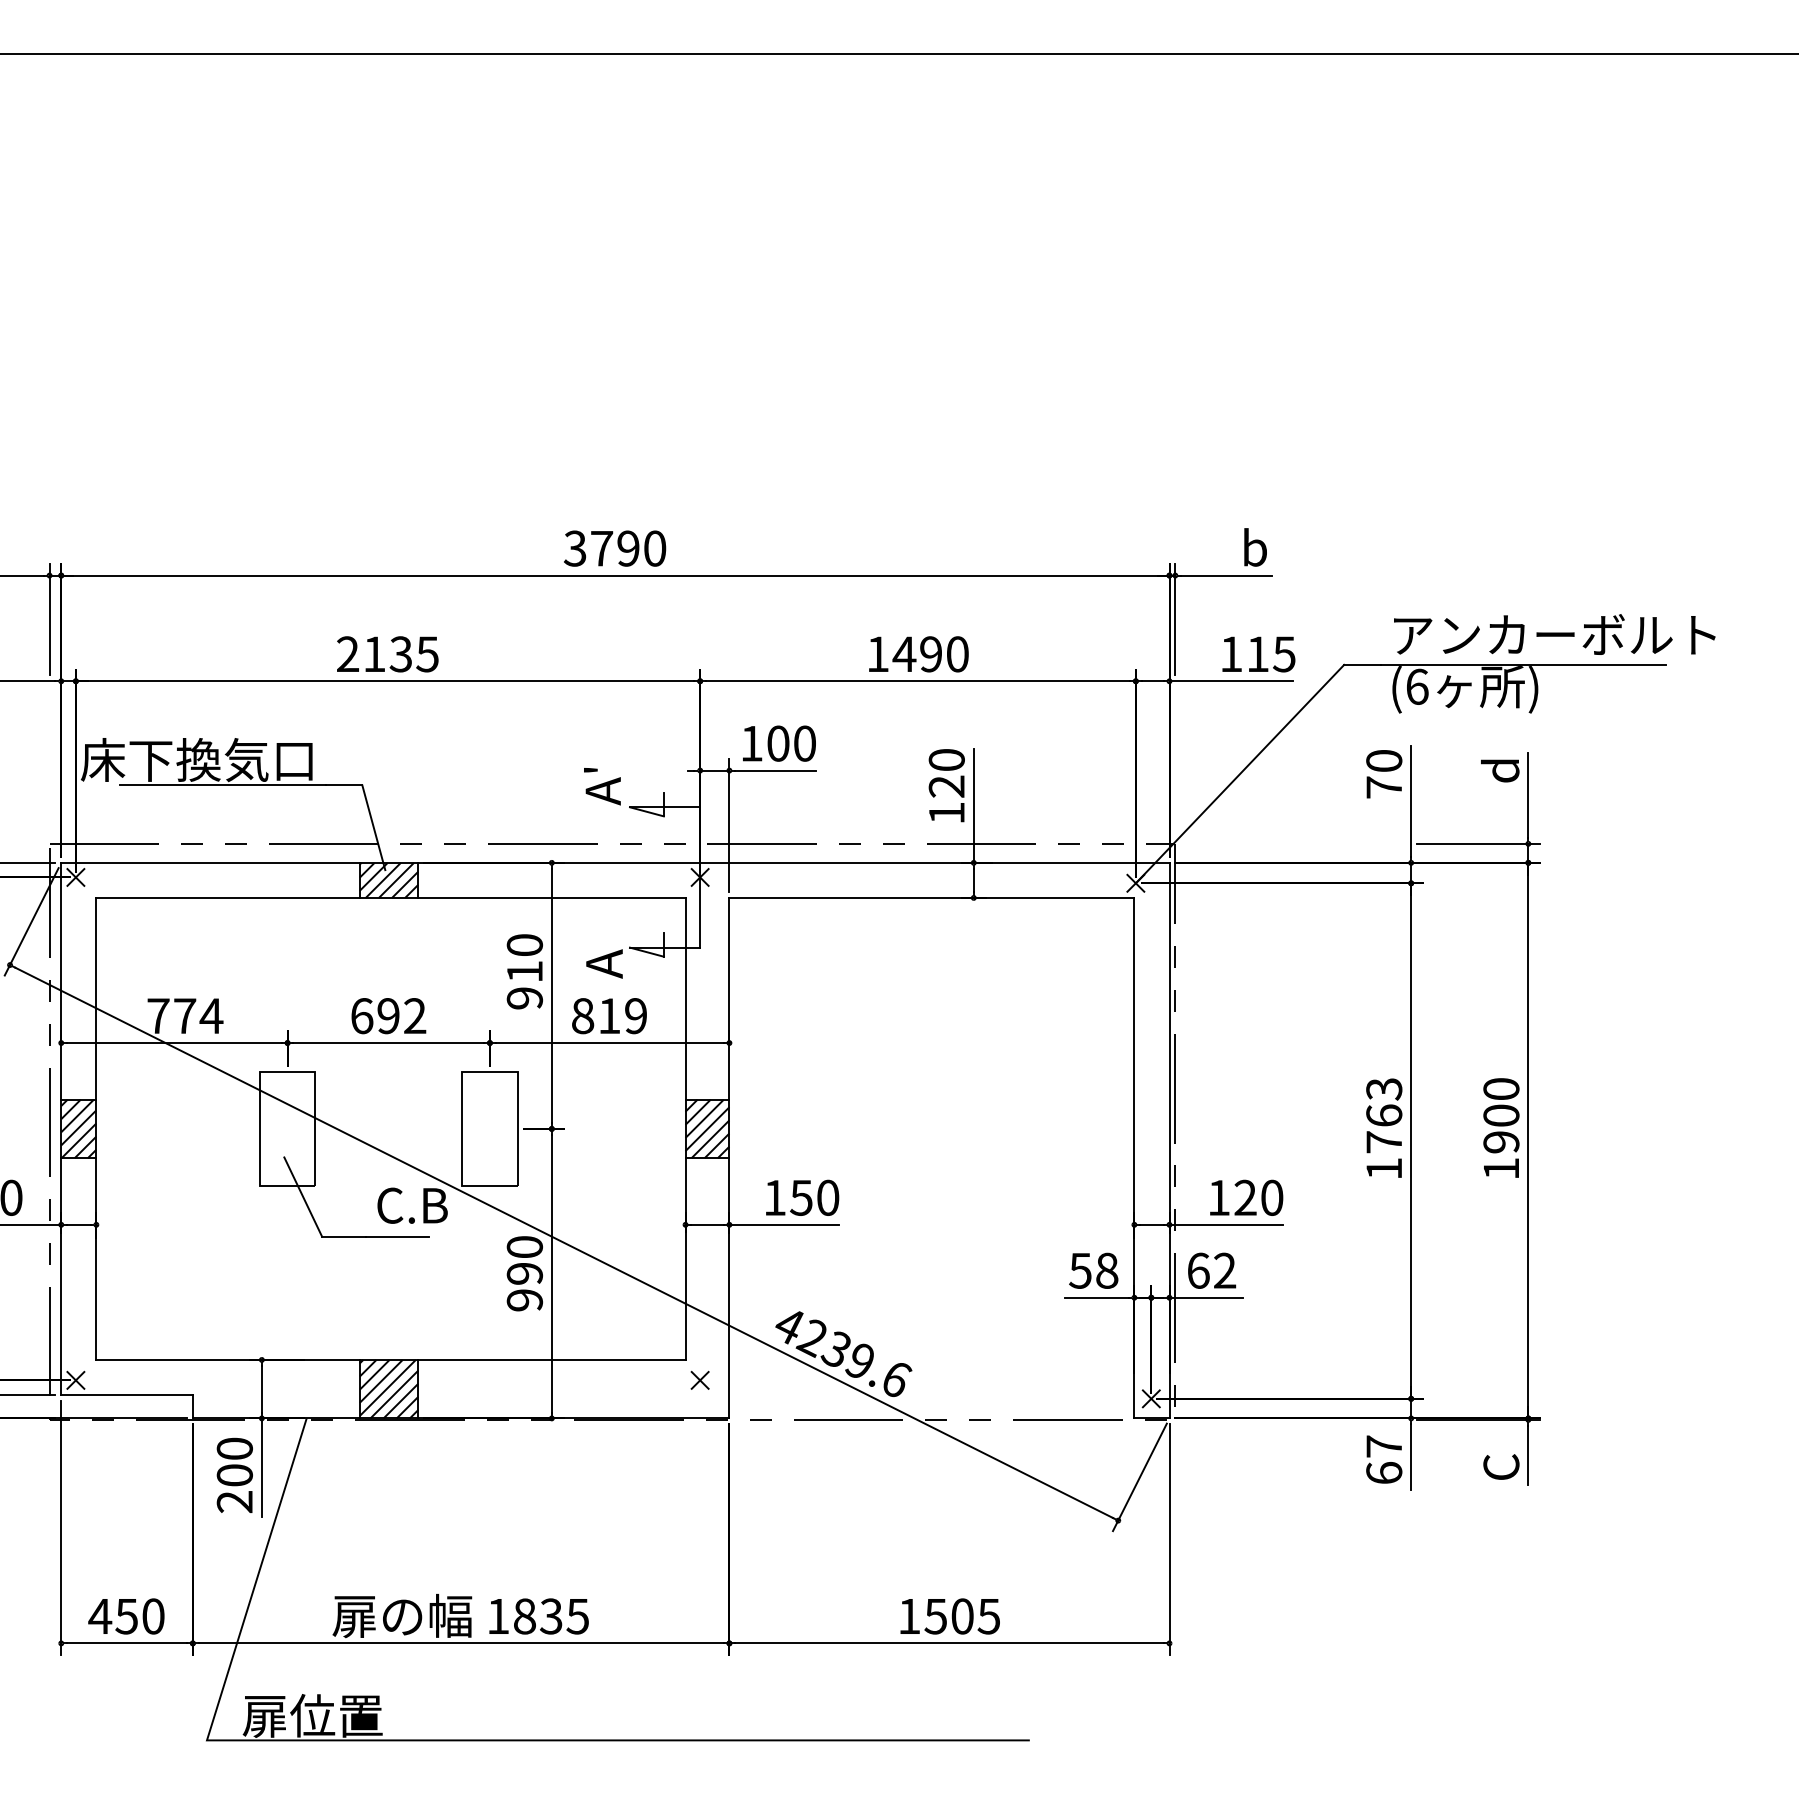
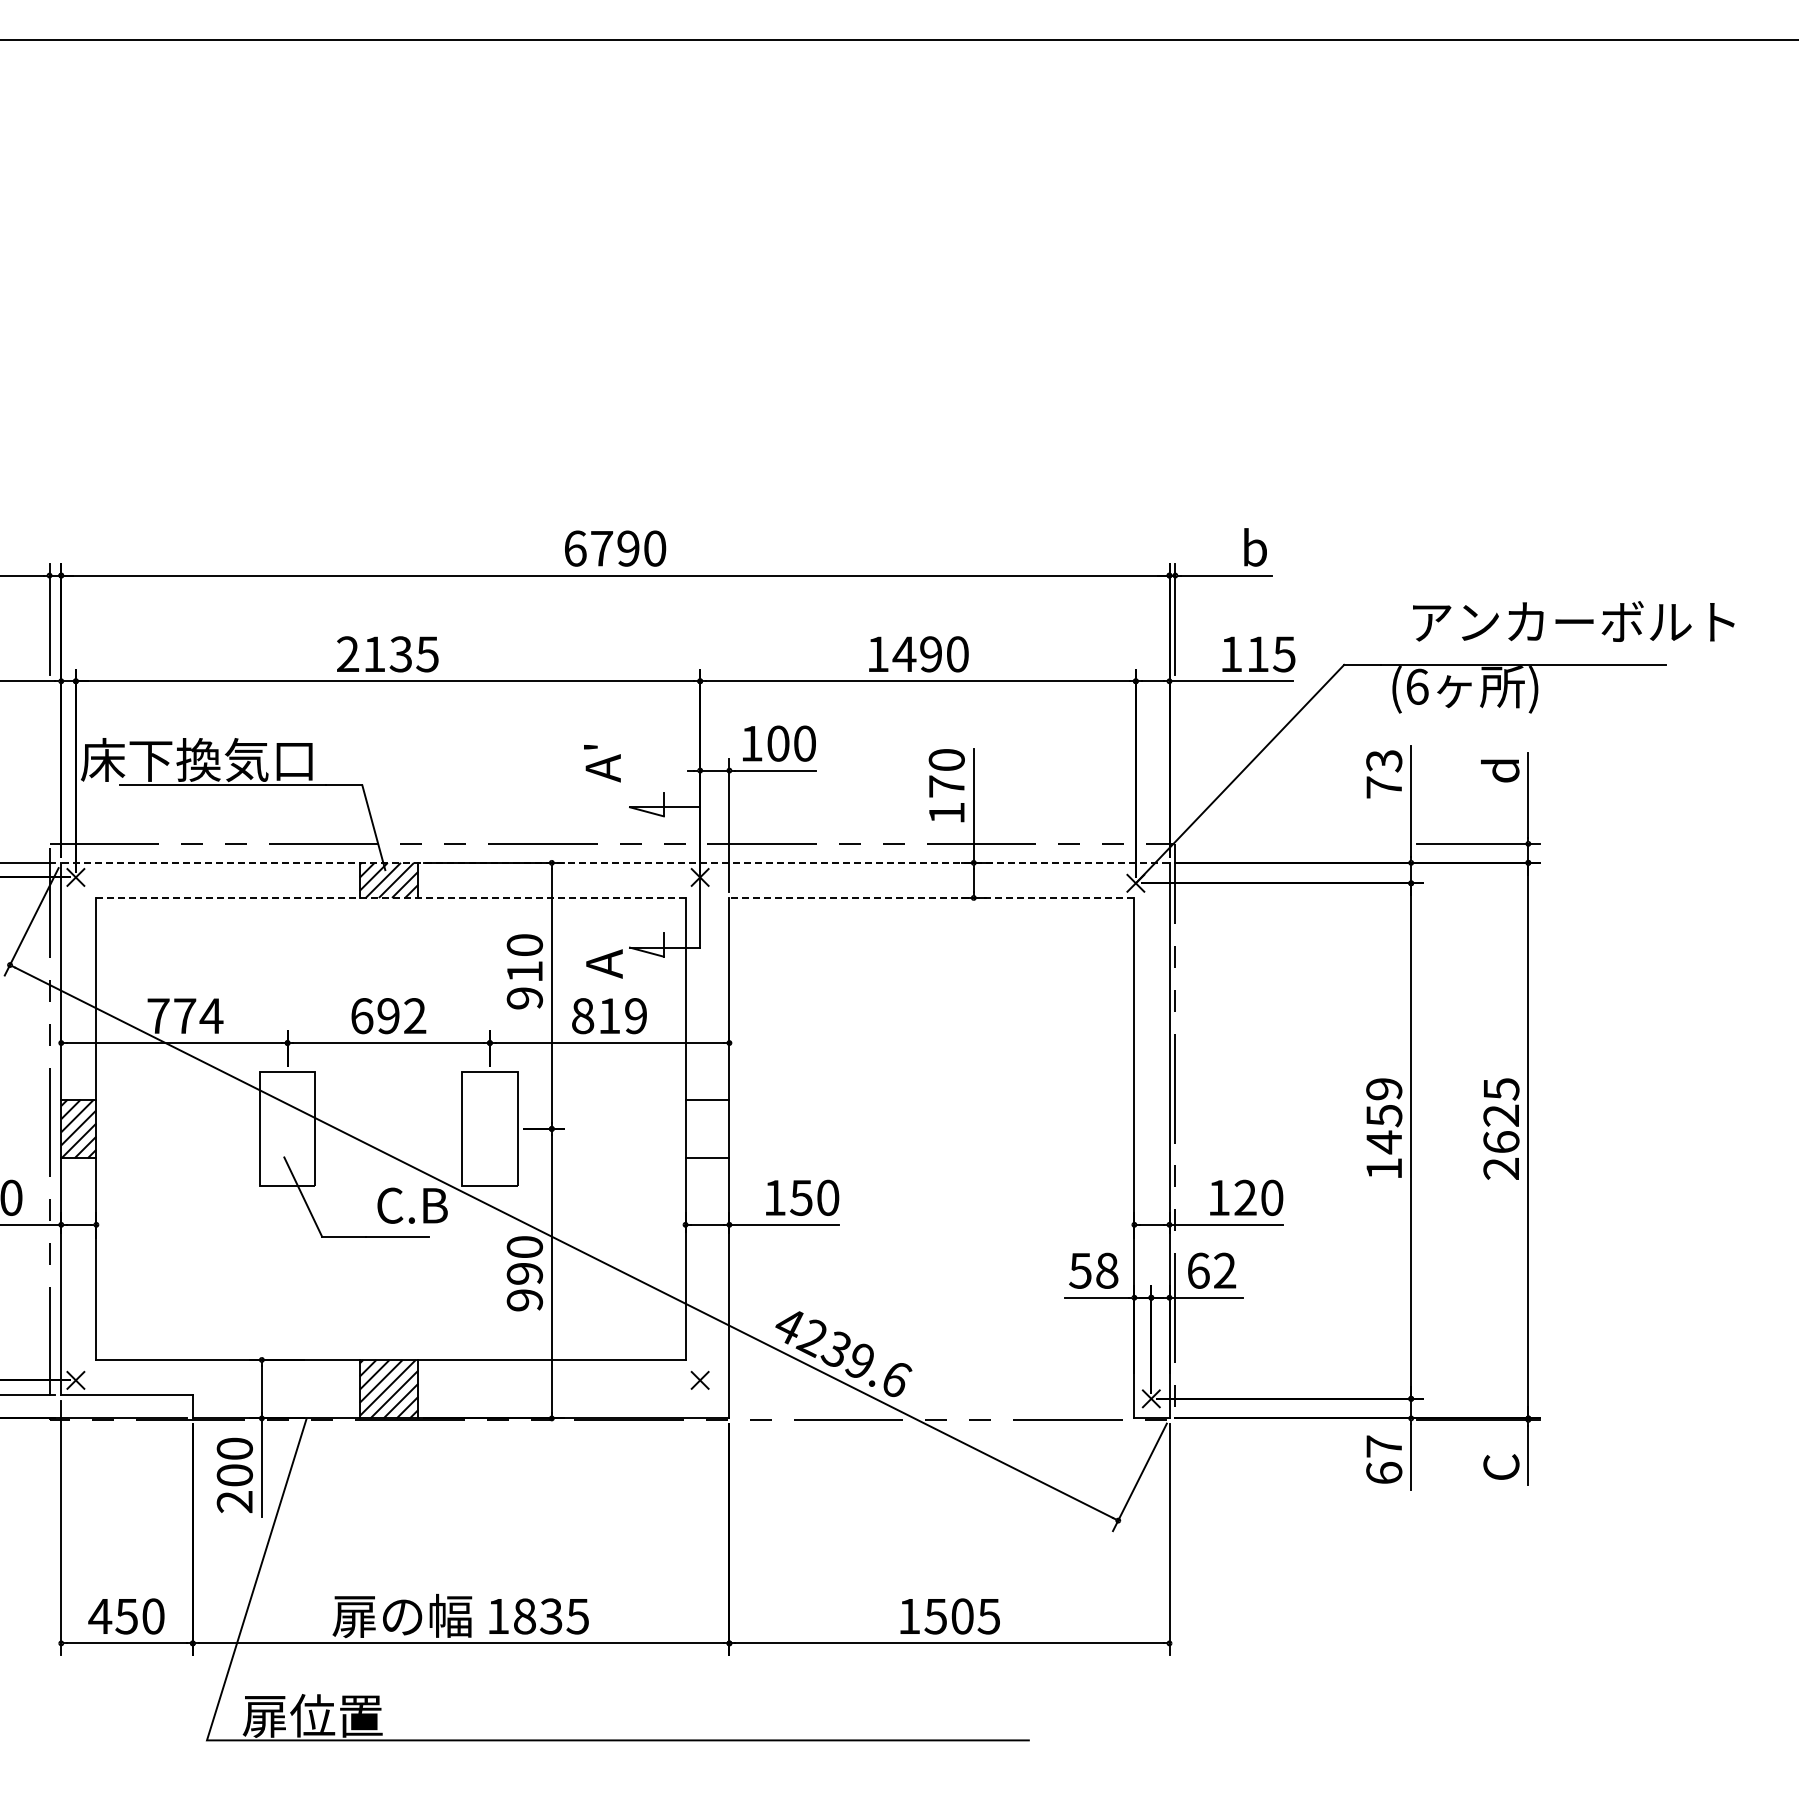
line at (898, 53) position: (898, 53) -> (898, 39)
text at (575, 548): 3790 -> 6790
text at (1554, 634) position: (1554, 634) -> (1573, 621)
text at (1384, 761): 70 -> 73
text at (602, 786) position: (602, 786) -> (602, 763)
text at (946, 786): 120 -> 170
line at (614, 862): solid -> dashed
line at (390, 897): solid -> dashed
line at (931, 897): solid -> dashed
text at (1384, 1116): 1763 -> 1459
hatch at (707, 1128): present -> none
text at (1501, 1128): 1900 -> 2625
